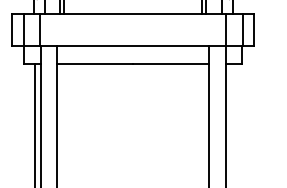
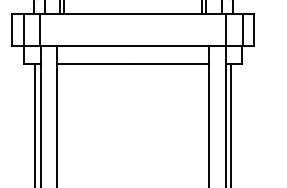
line at (231, 124): none -> present
